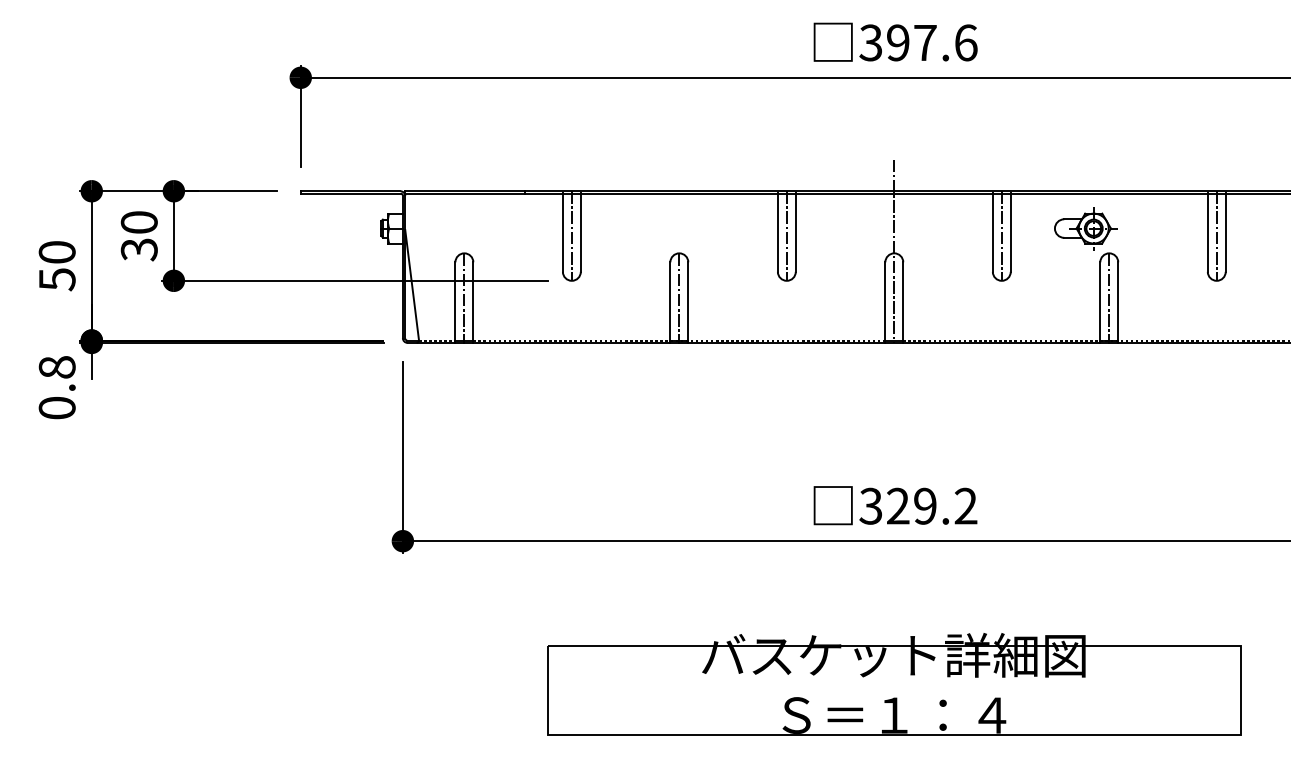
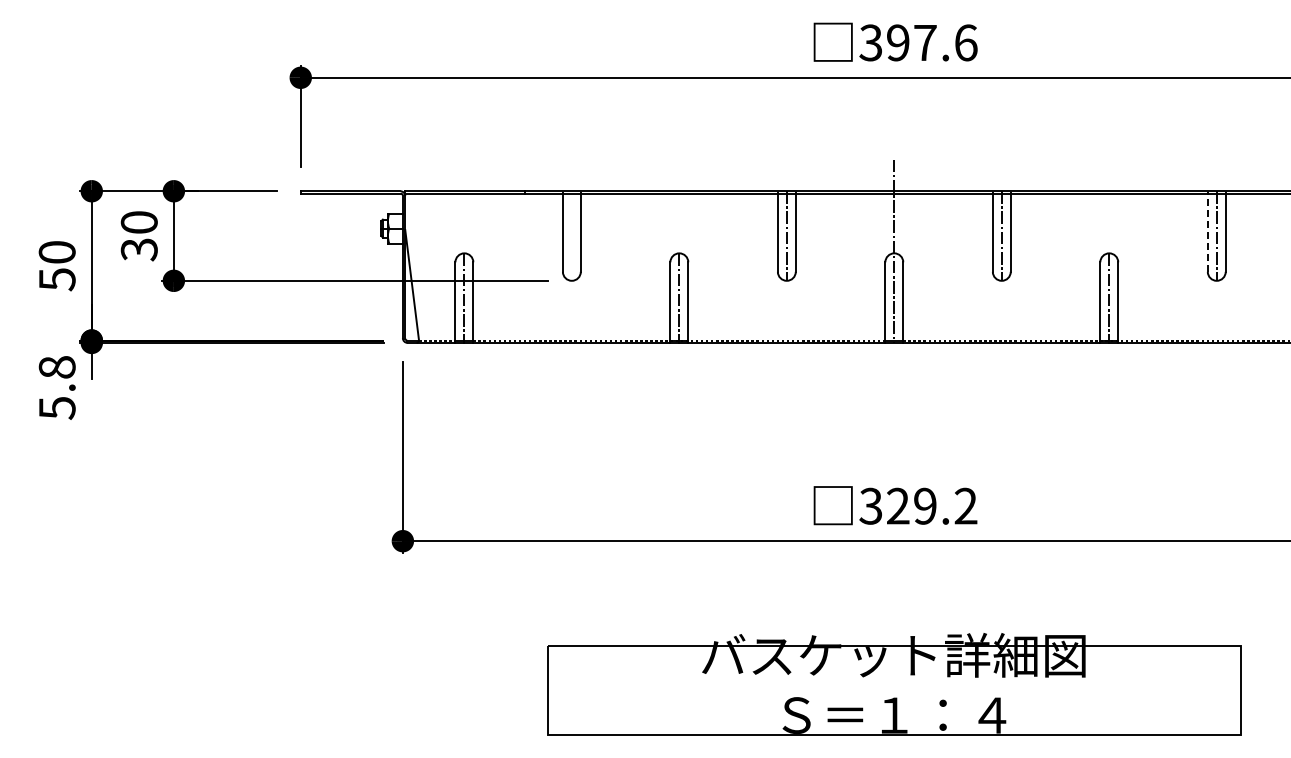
part at (1085, 228): present -> none
line at (1207, 232): solid -> dashed
line at (571, 235): present -> none
text at (56, 408): 0.8 -> 5.8
